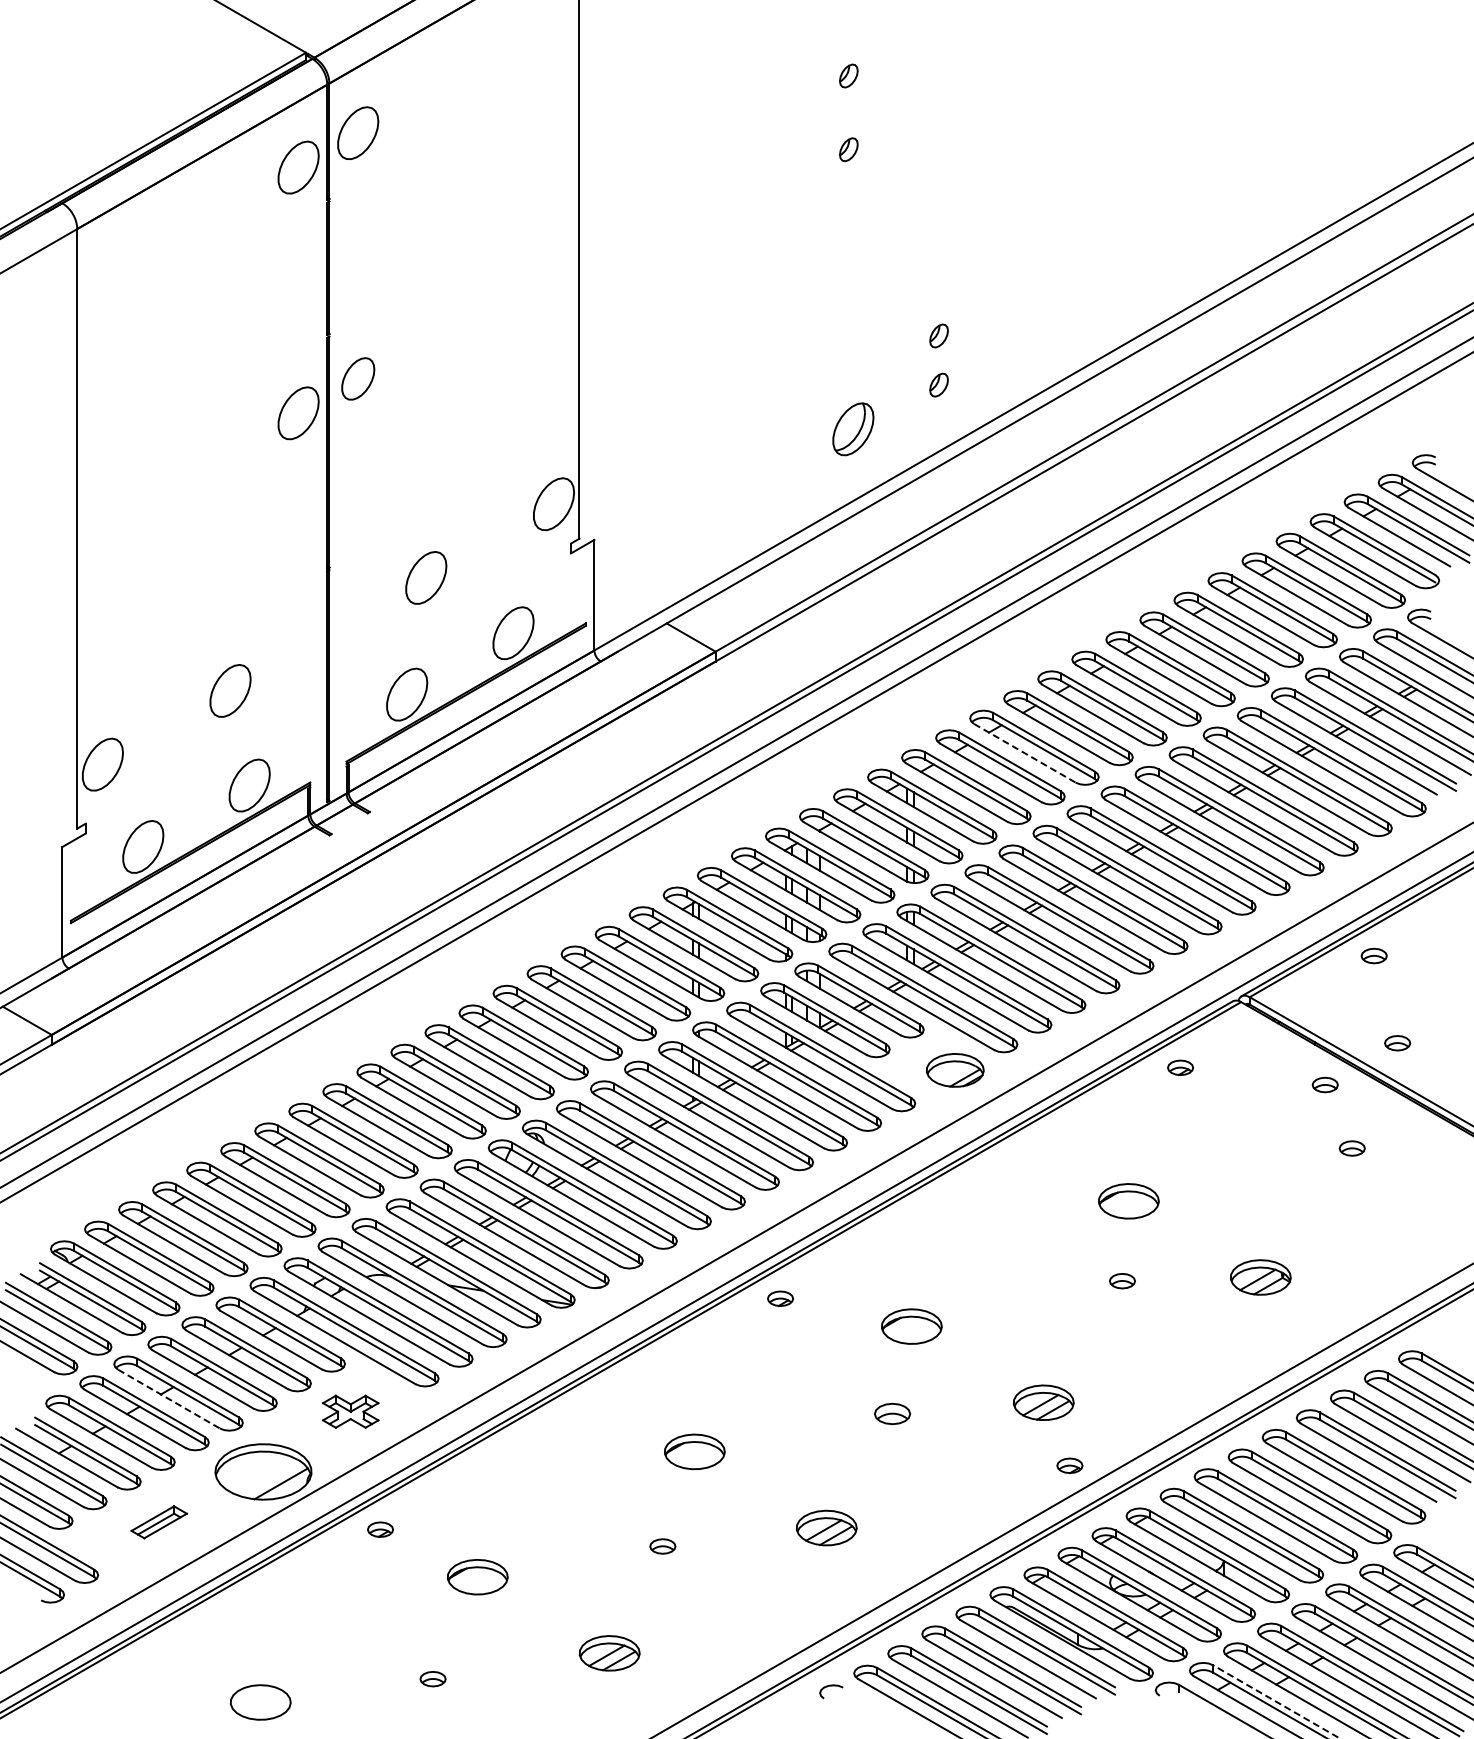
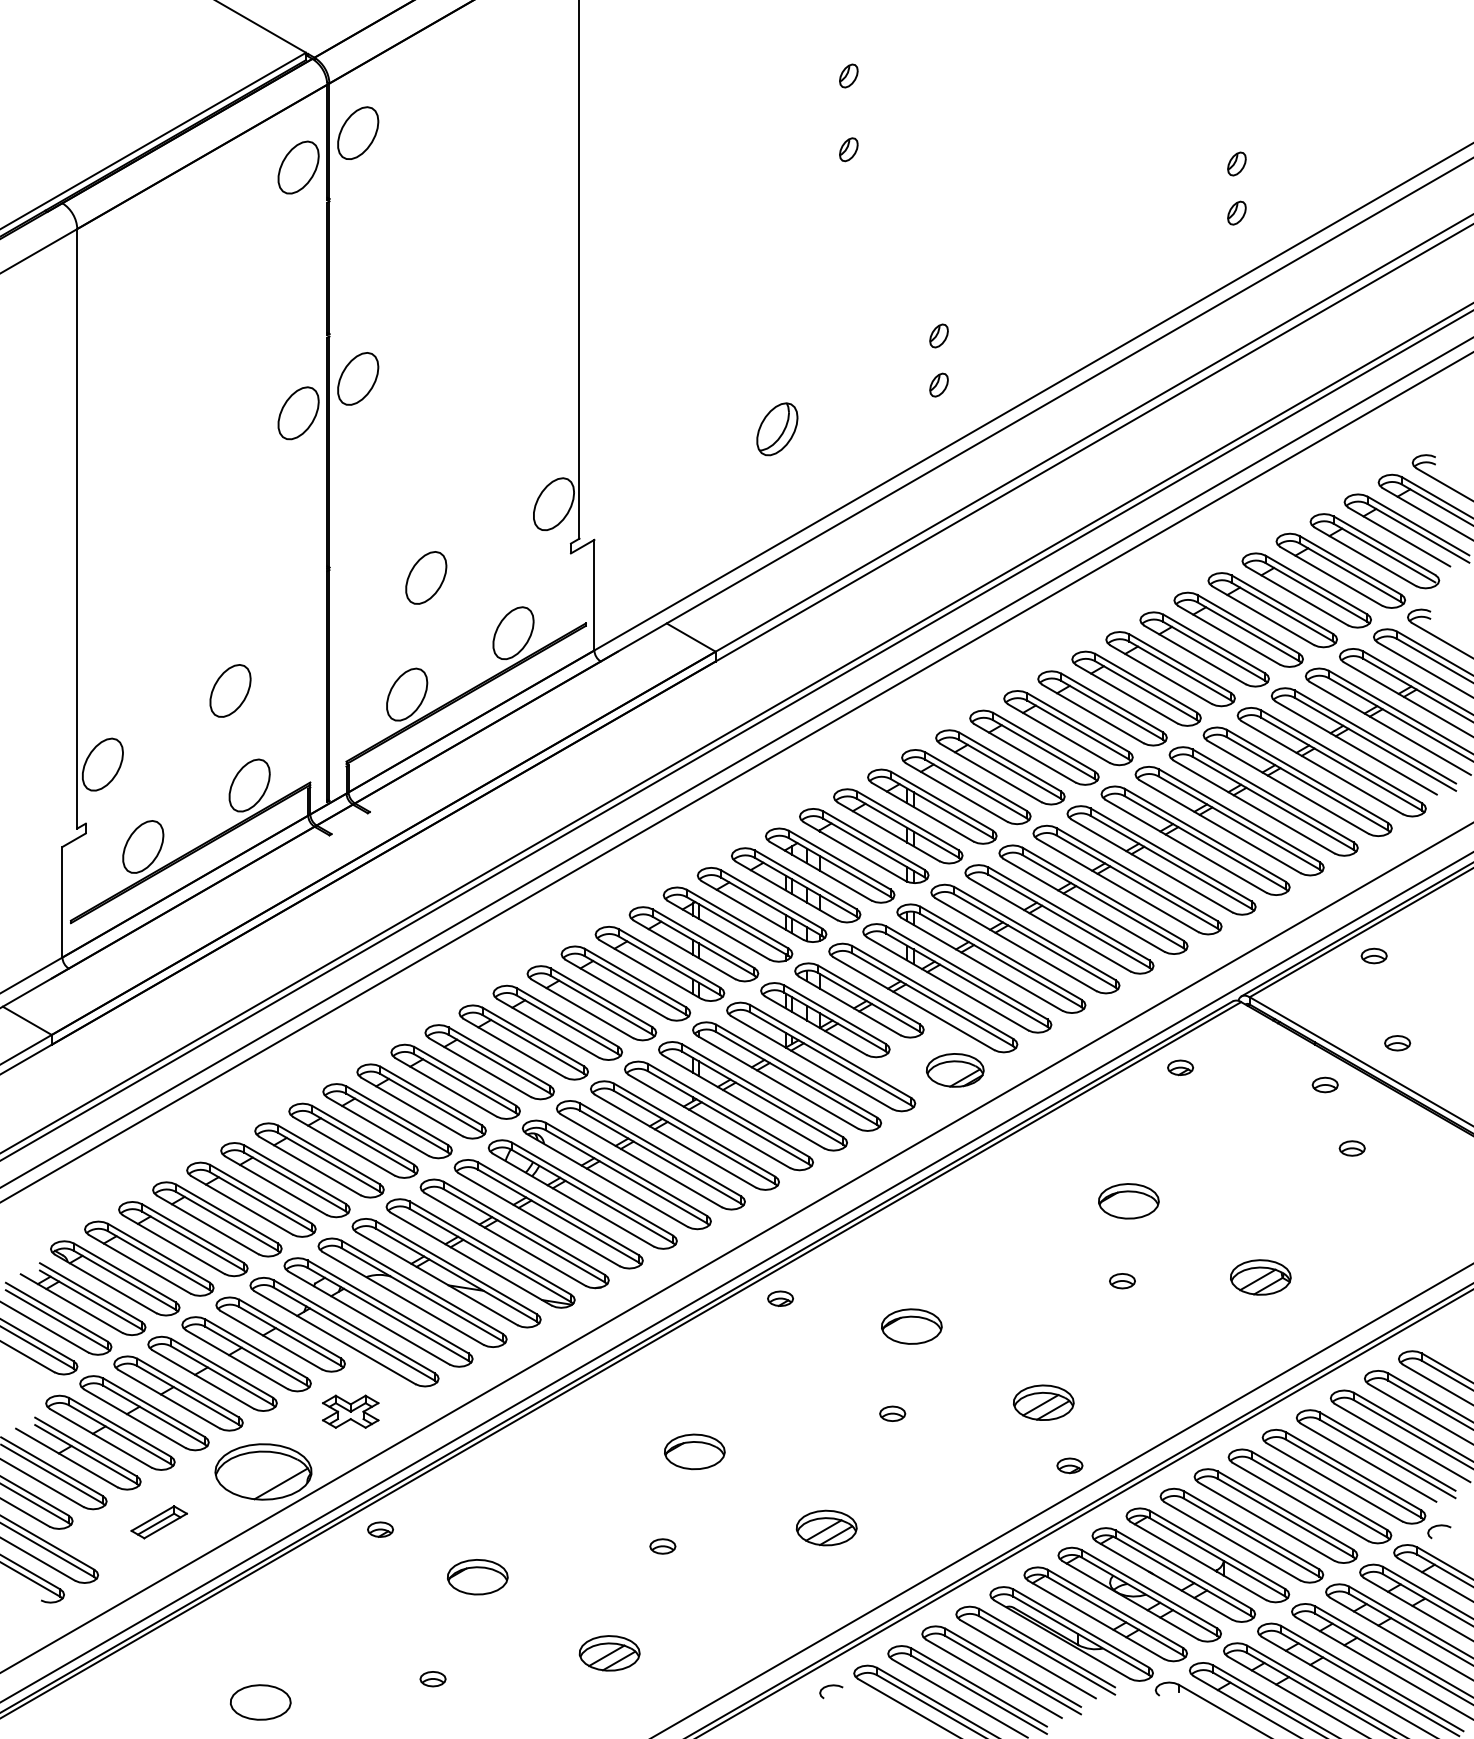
part at (1236, 163): none -> present
part at (1236, 212): none -> present
part at (358, 378) size: 35x44 px -> 43x54 px
part at (853, 429) position: (853, 429) -> (777, 429)
line at (1024, 753): dashed -> solid
line at (168, 1399): dashed -> solid
part at (892, 1413) size: 37x24 px -> 28x17 px
curve at (1439, 1526): none -> present
line at (1276, 1701): dashed -> solid
